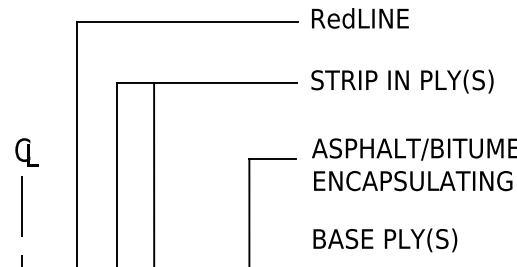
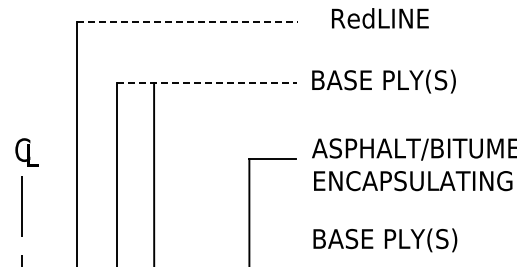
text at (360, 18) position: (360, 18) -> (380, 18)
line at (188, 21): solid -> dashed
text at (402, 81): STRIP IN PLY(S) -> BASE PLY(S)
line at (207, 82): solid -> dashed
